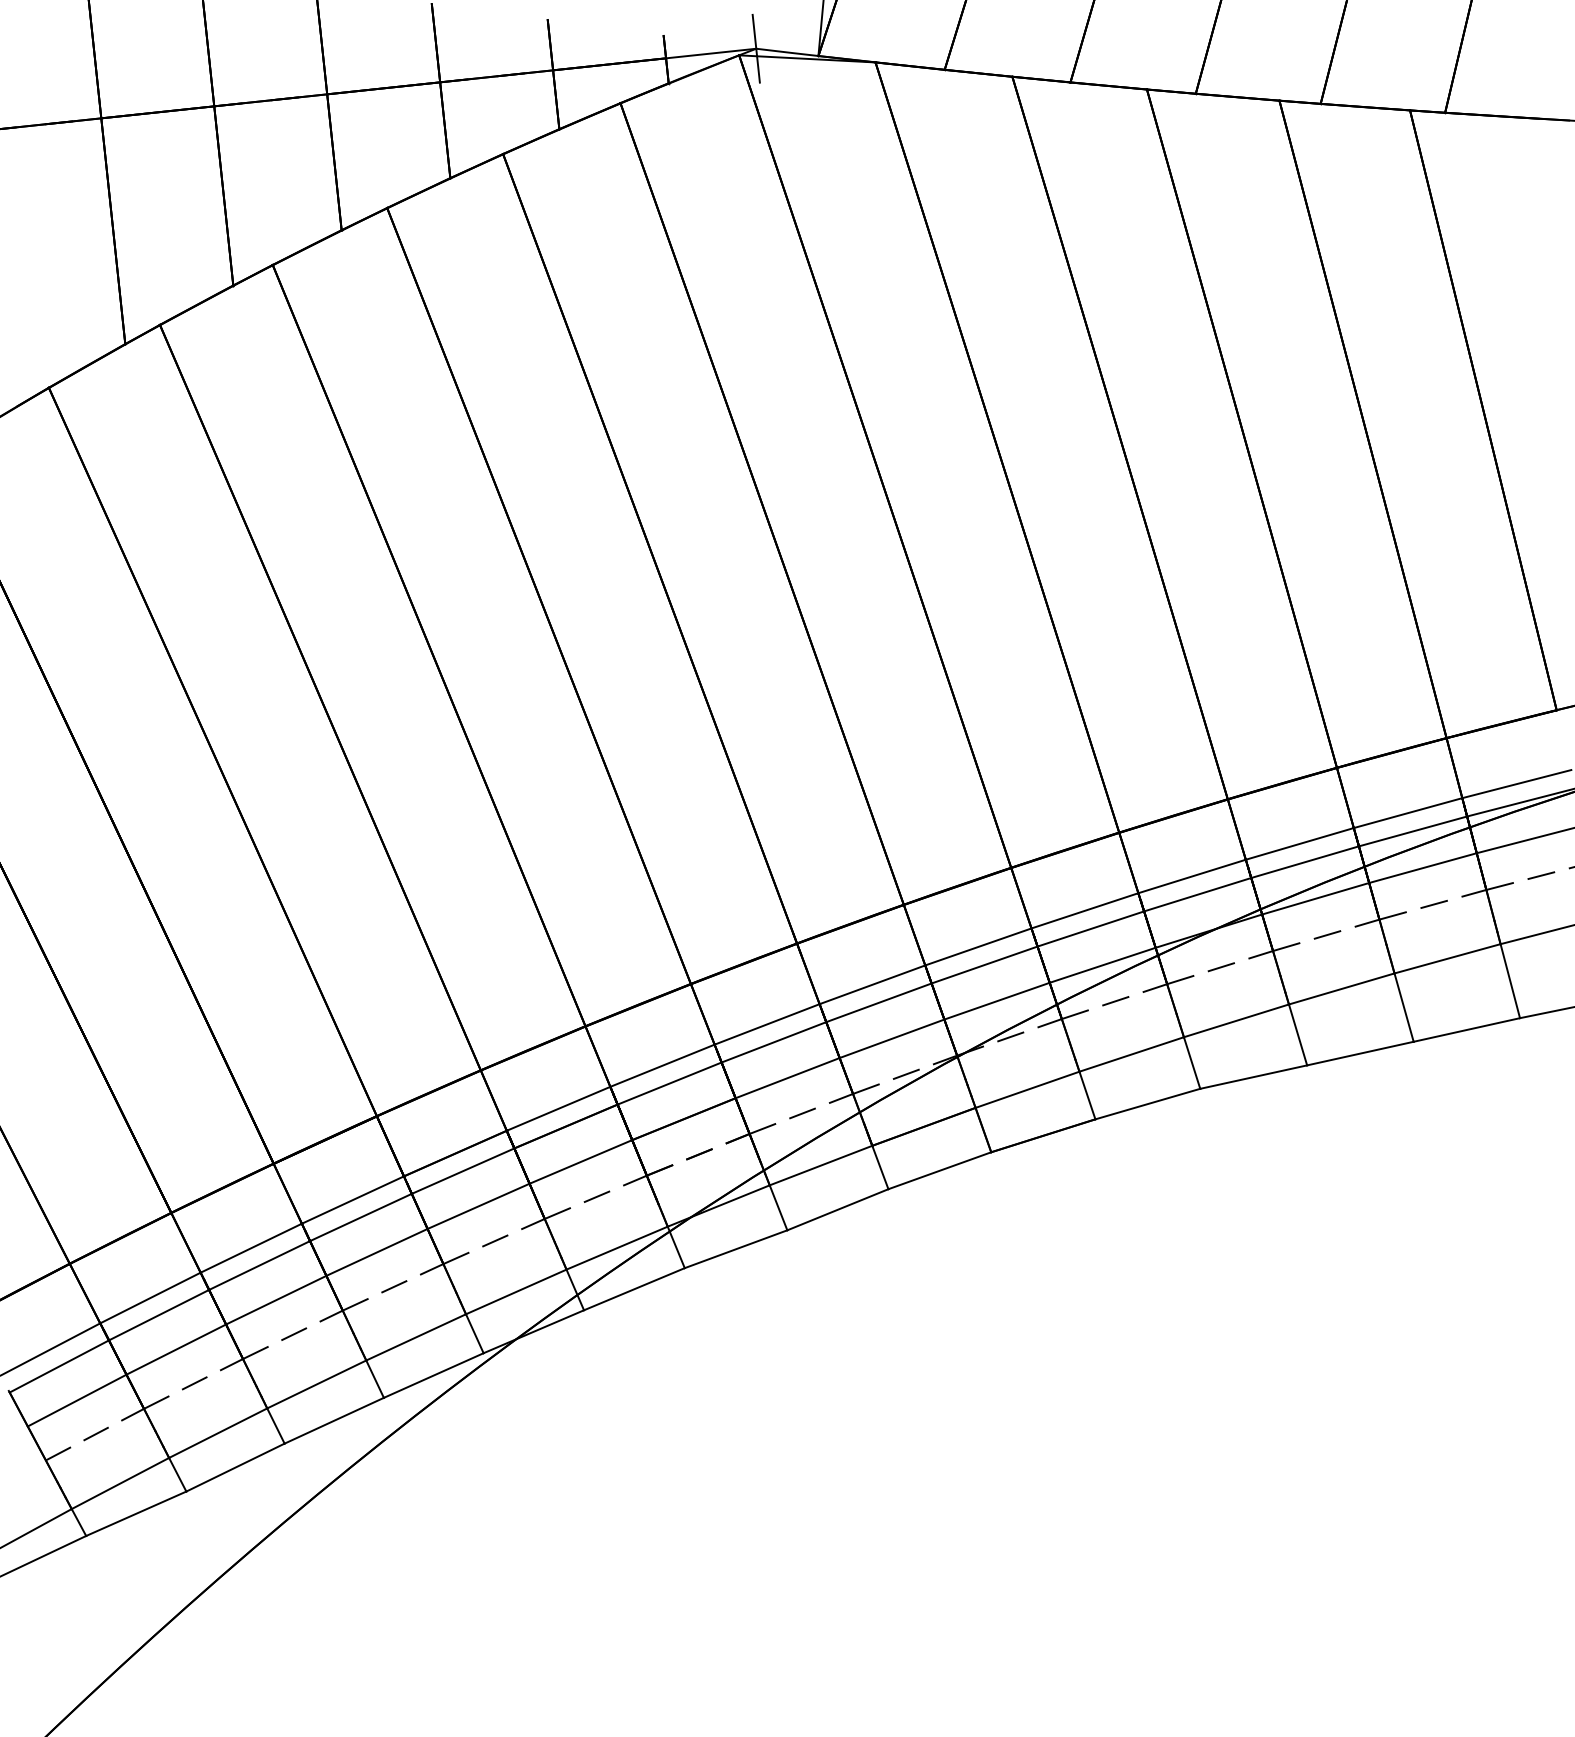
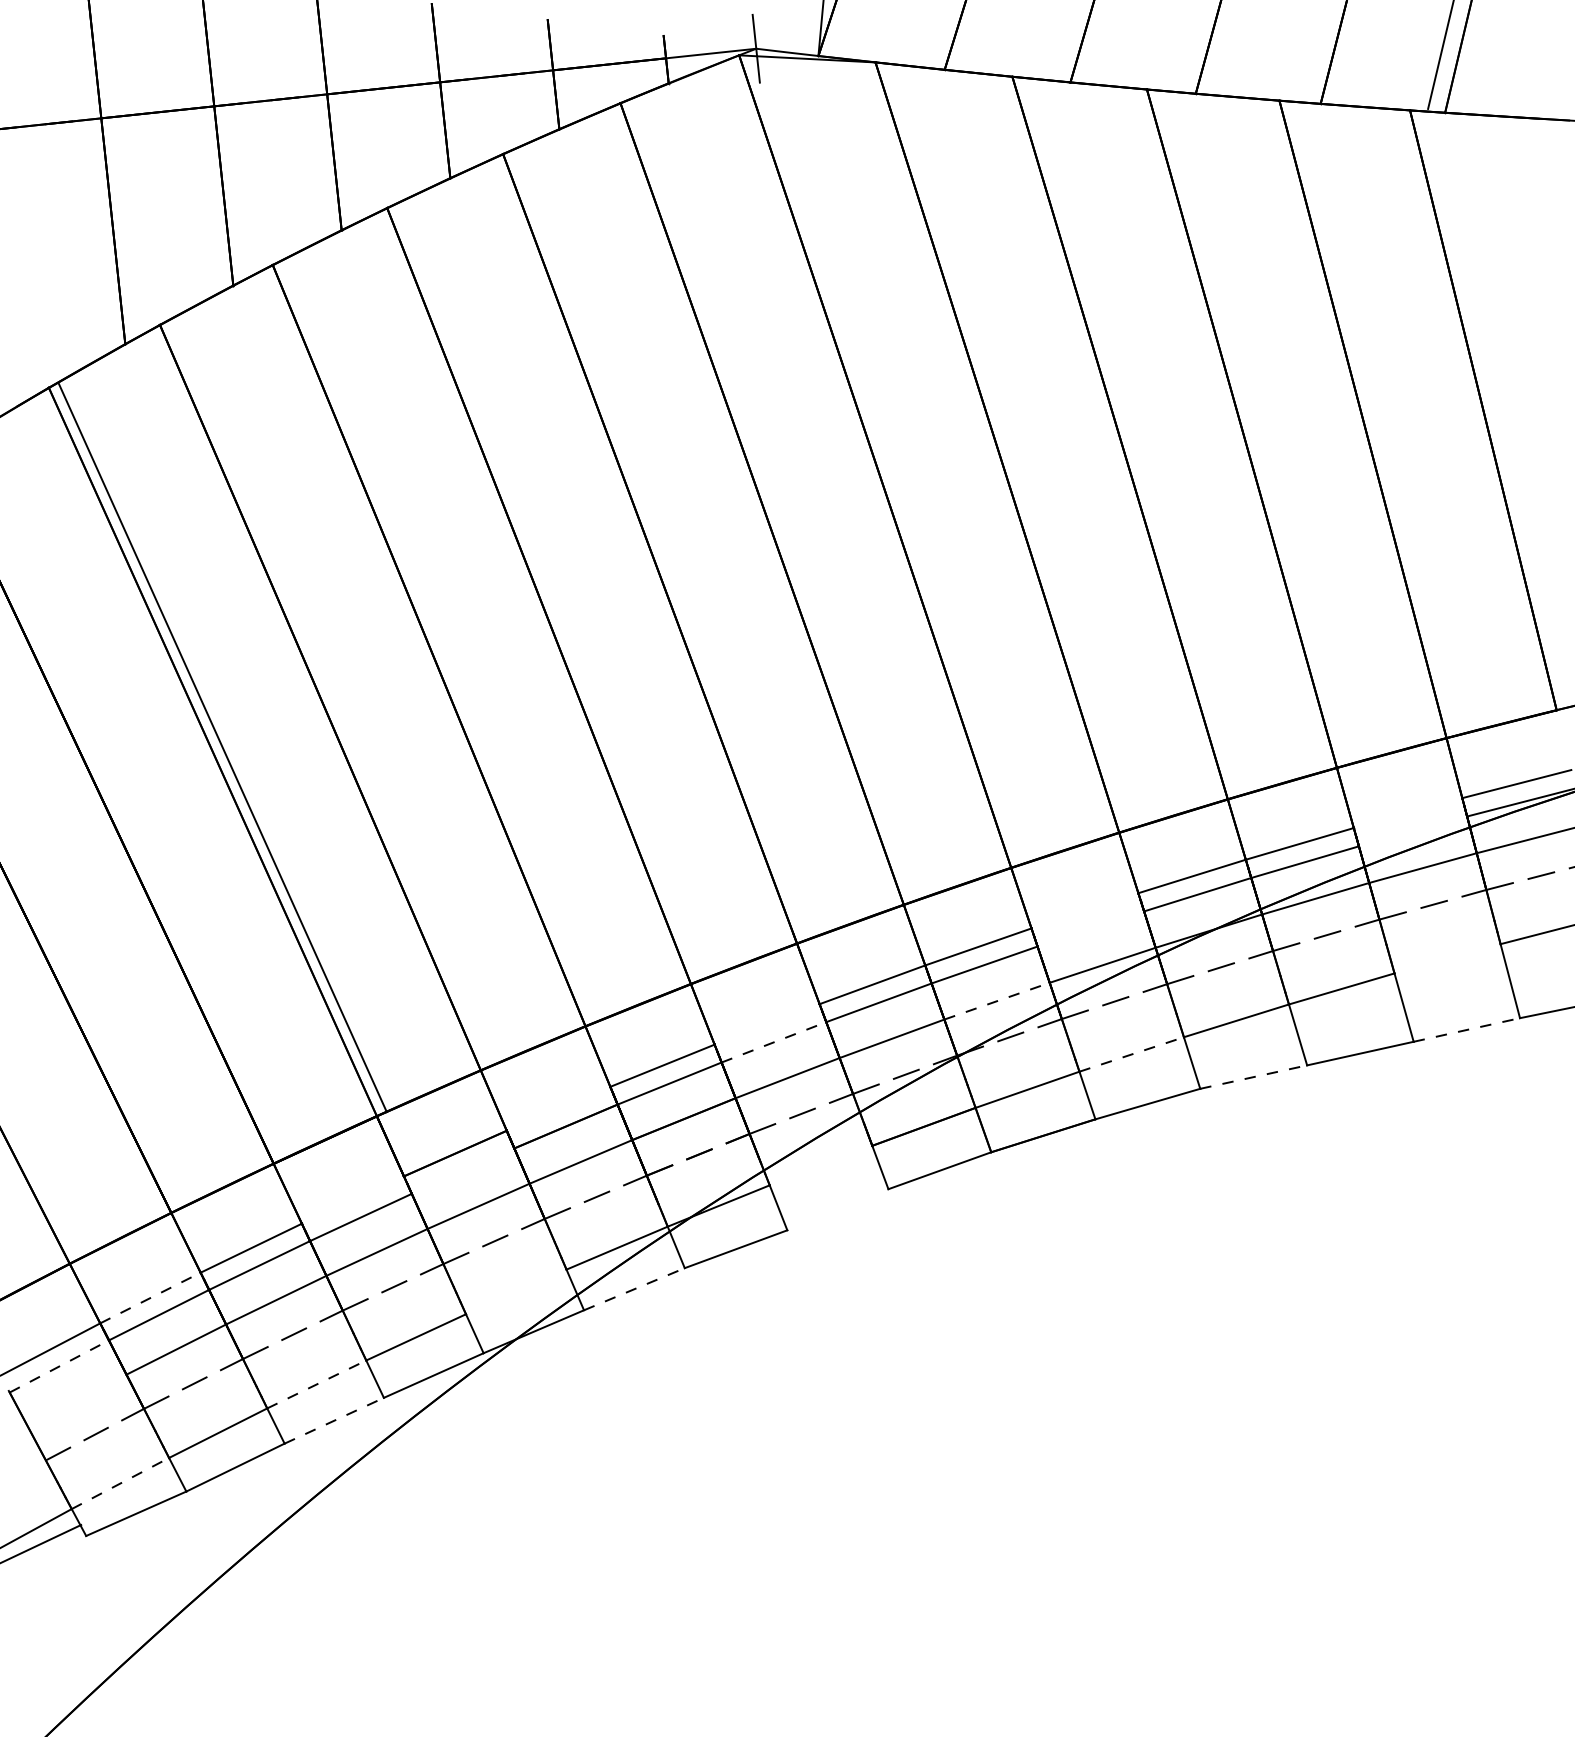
line at (1458, 57) position: (1458, 57) -> (1440, 55)
line at (212, 751) position: (212, 751) -> (222, 747)
line at (1407, 813): present -> none
line at (1412, 831): present -> none
line at (1084, 910): present -> none
line at (1090, 928): present -> none
line at (1447, 958): present -> none
line at (997, 1001): solid -> dashed
line at (766, 1024): present -> none
line at (1467, 1029): solid -> dashed
line at (774, 1042): solid -> dashed
line at (1132, 1054): solid -> dashed
line at (1253, 1077): solid -> dashed
line at (558, 1108): present -> none
line at (820, 1165): present -> none
line at (462, 1170): present -> none
line at (352, 1199): present -> none
line at (837, 1209): present -> none
line at (634, 1289): solid -> dashed
line at (516, 1291): present -> none
line at (150, 1297): solid -> dashed
line at (59, 1366): solid -> dashed
line at (317, 1384): solid -> dashed
line at (76, 1400): present -> none
line at (334, 1420): solid -> dashed
line at (120, 1483): solid -> dashed
line at (44, 1555) position: (44, 1555) -> (41, 1543)
